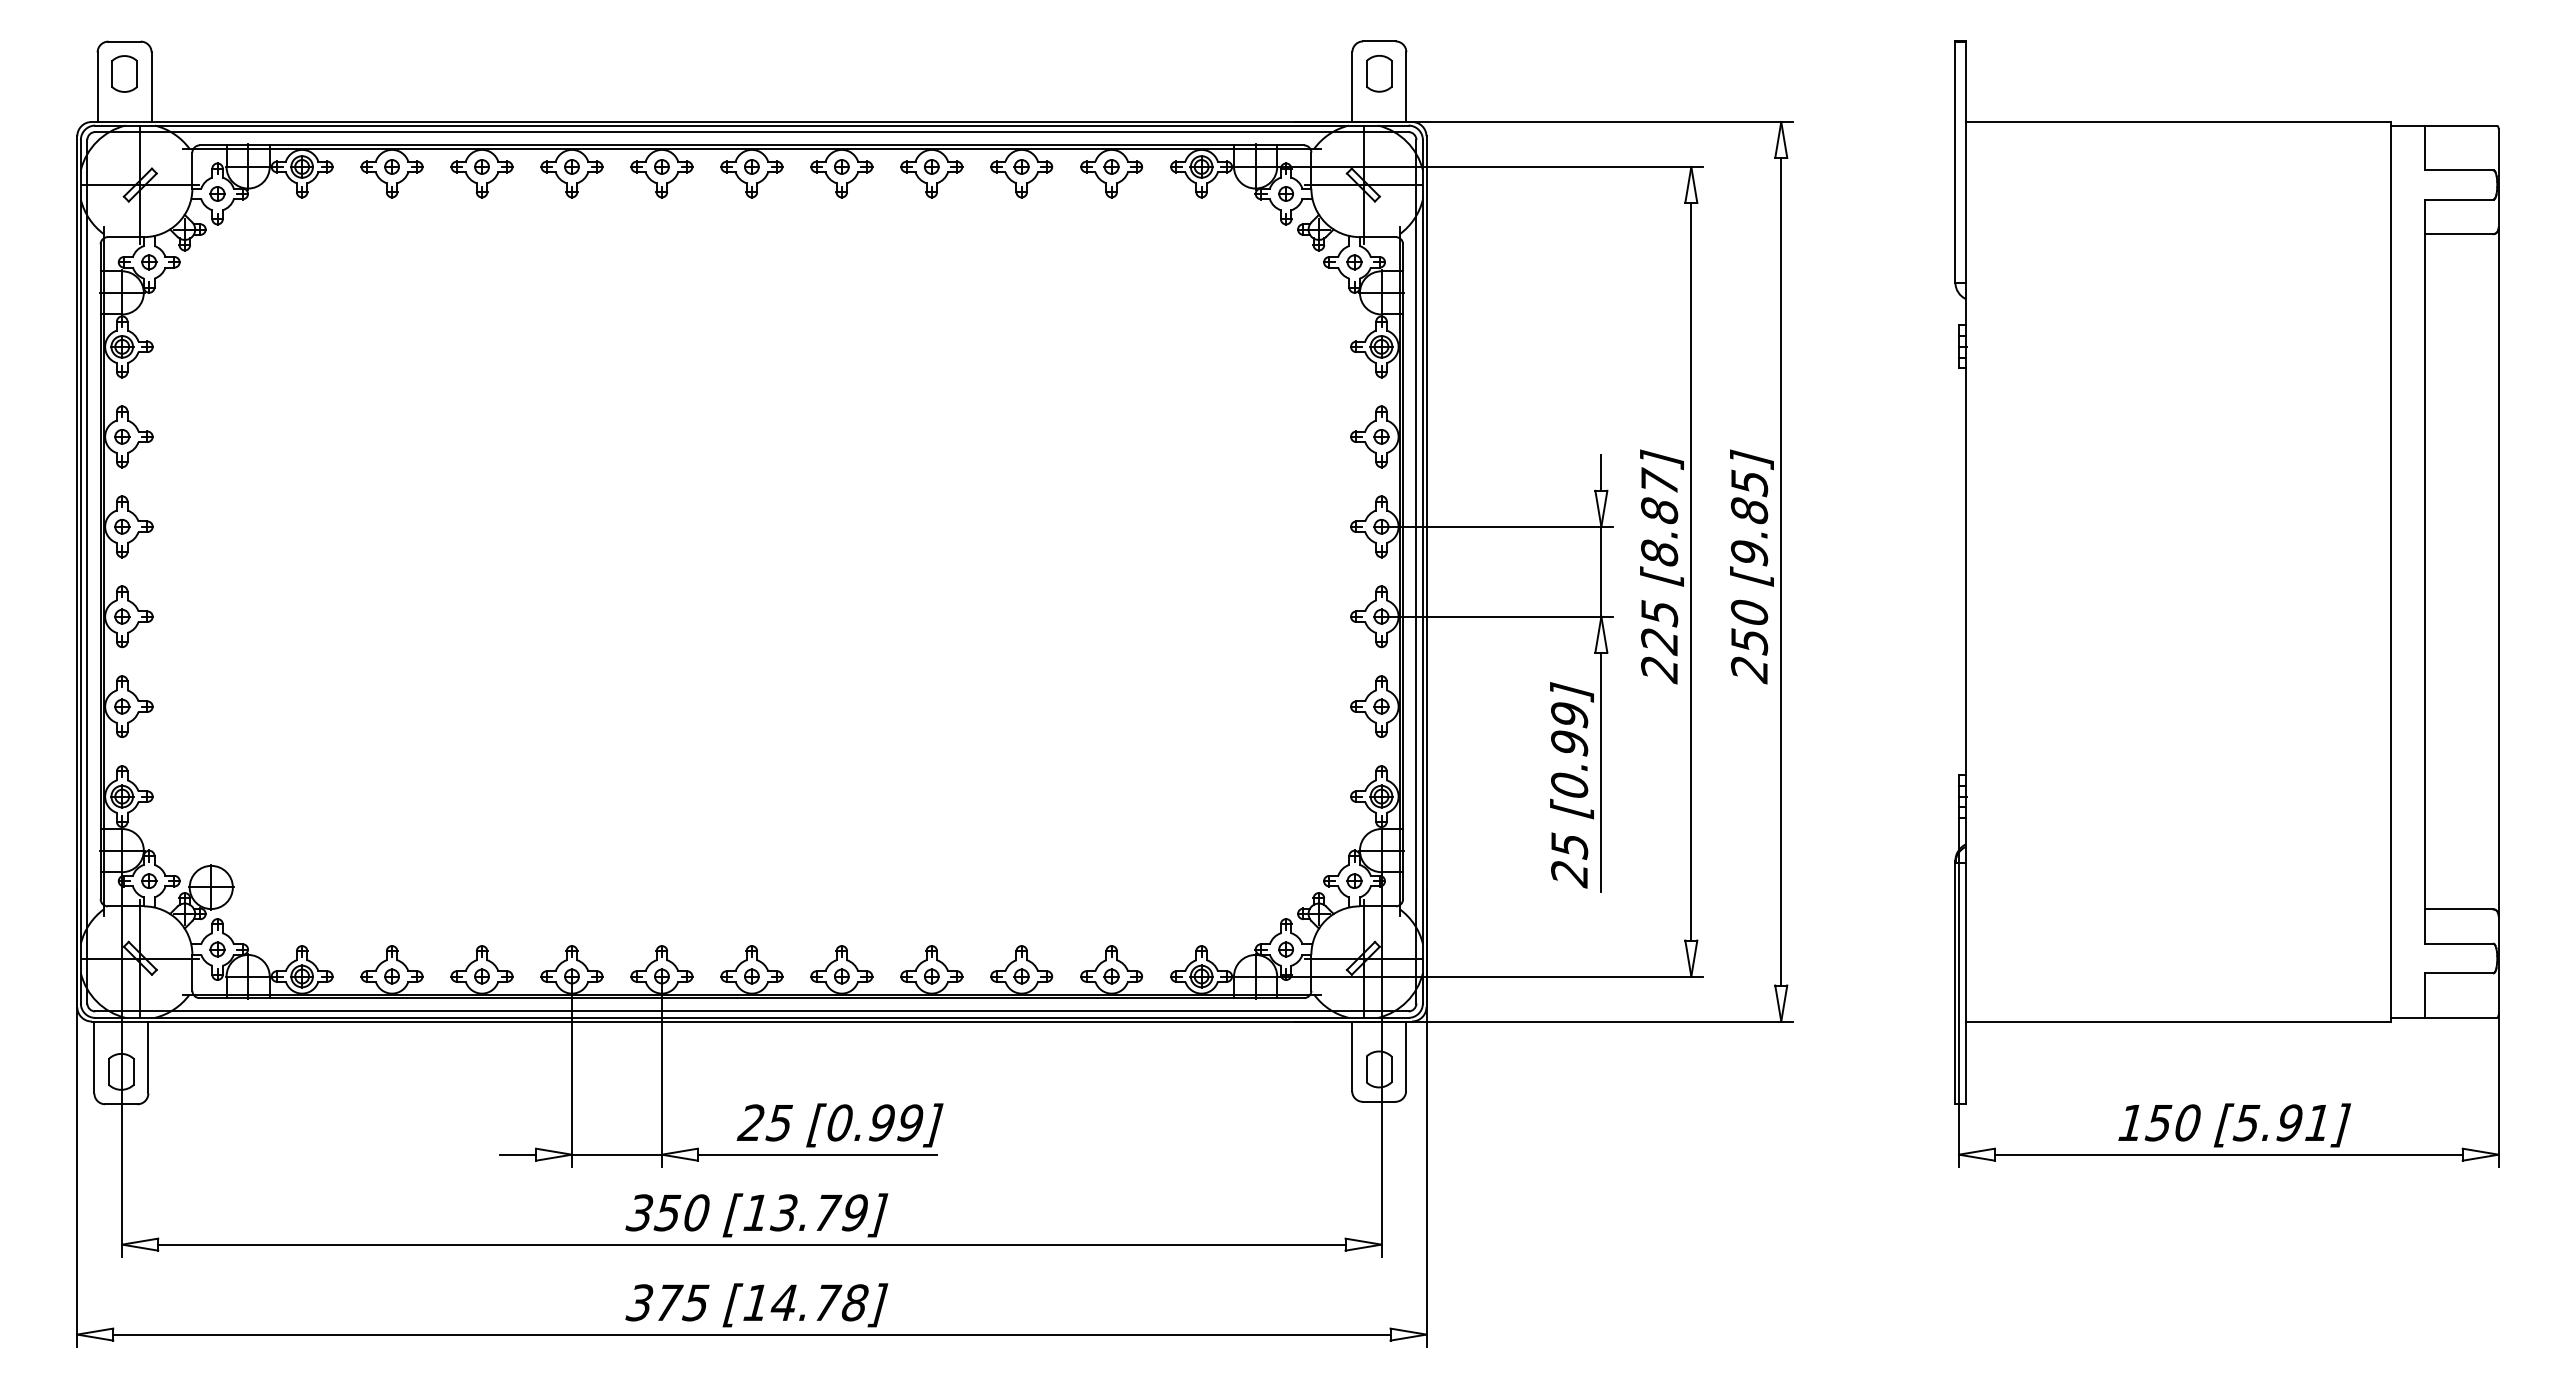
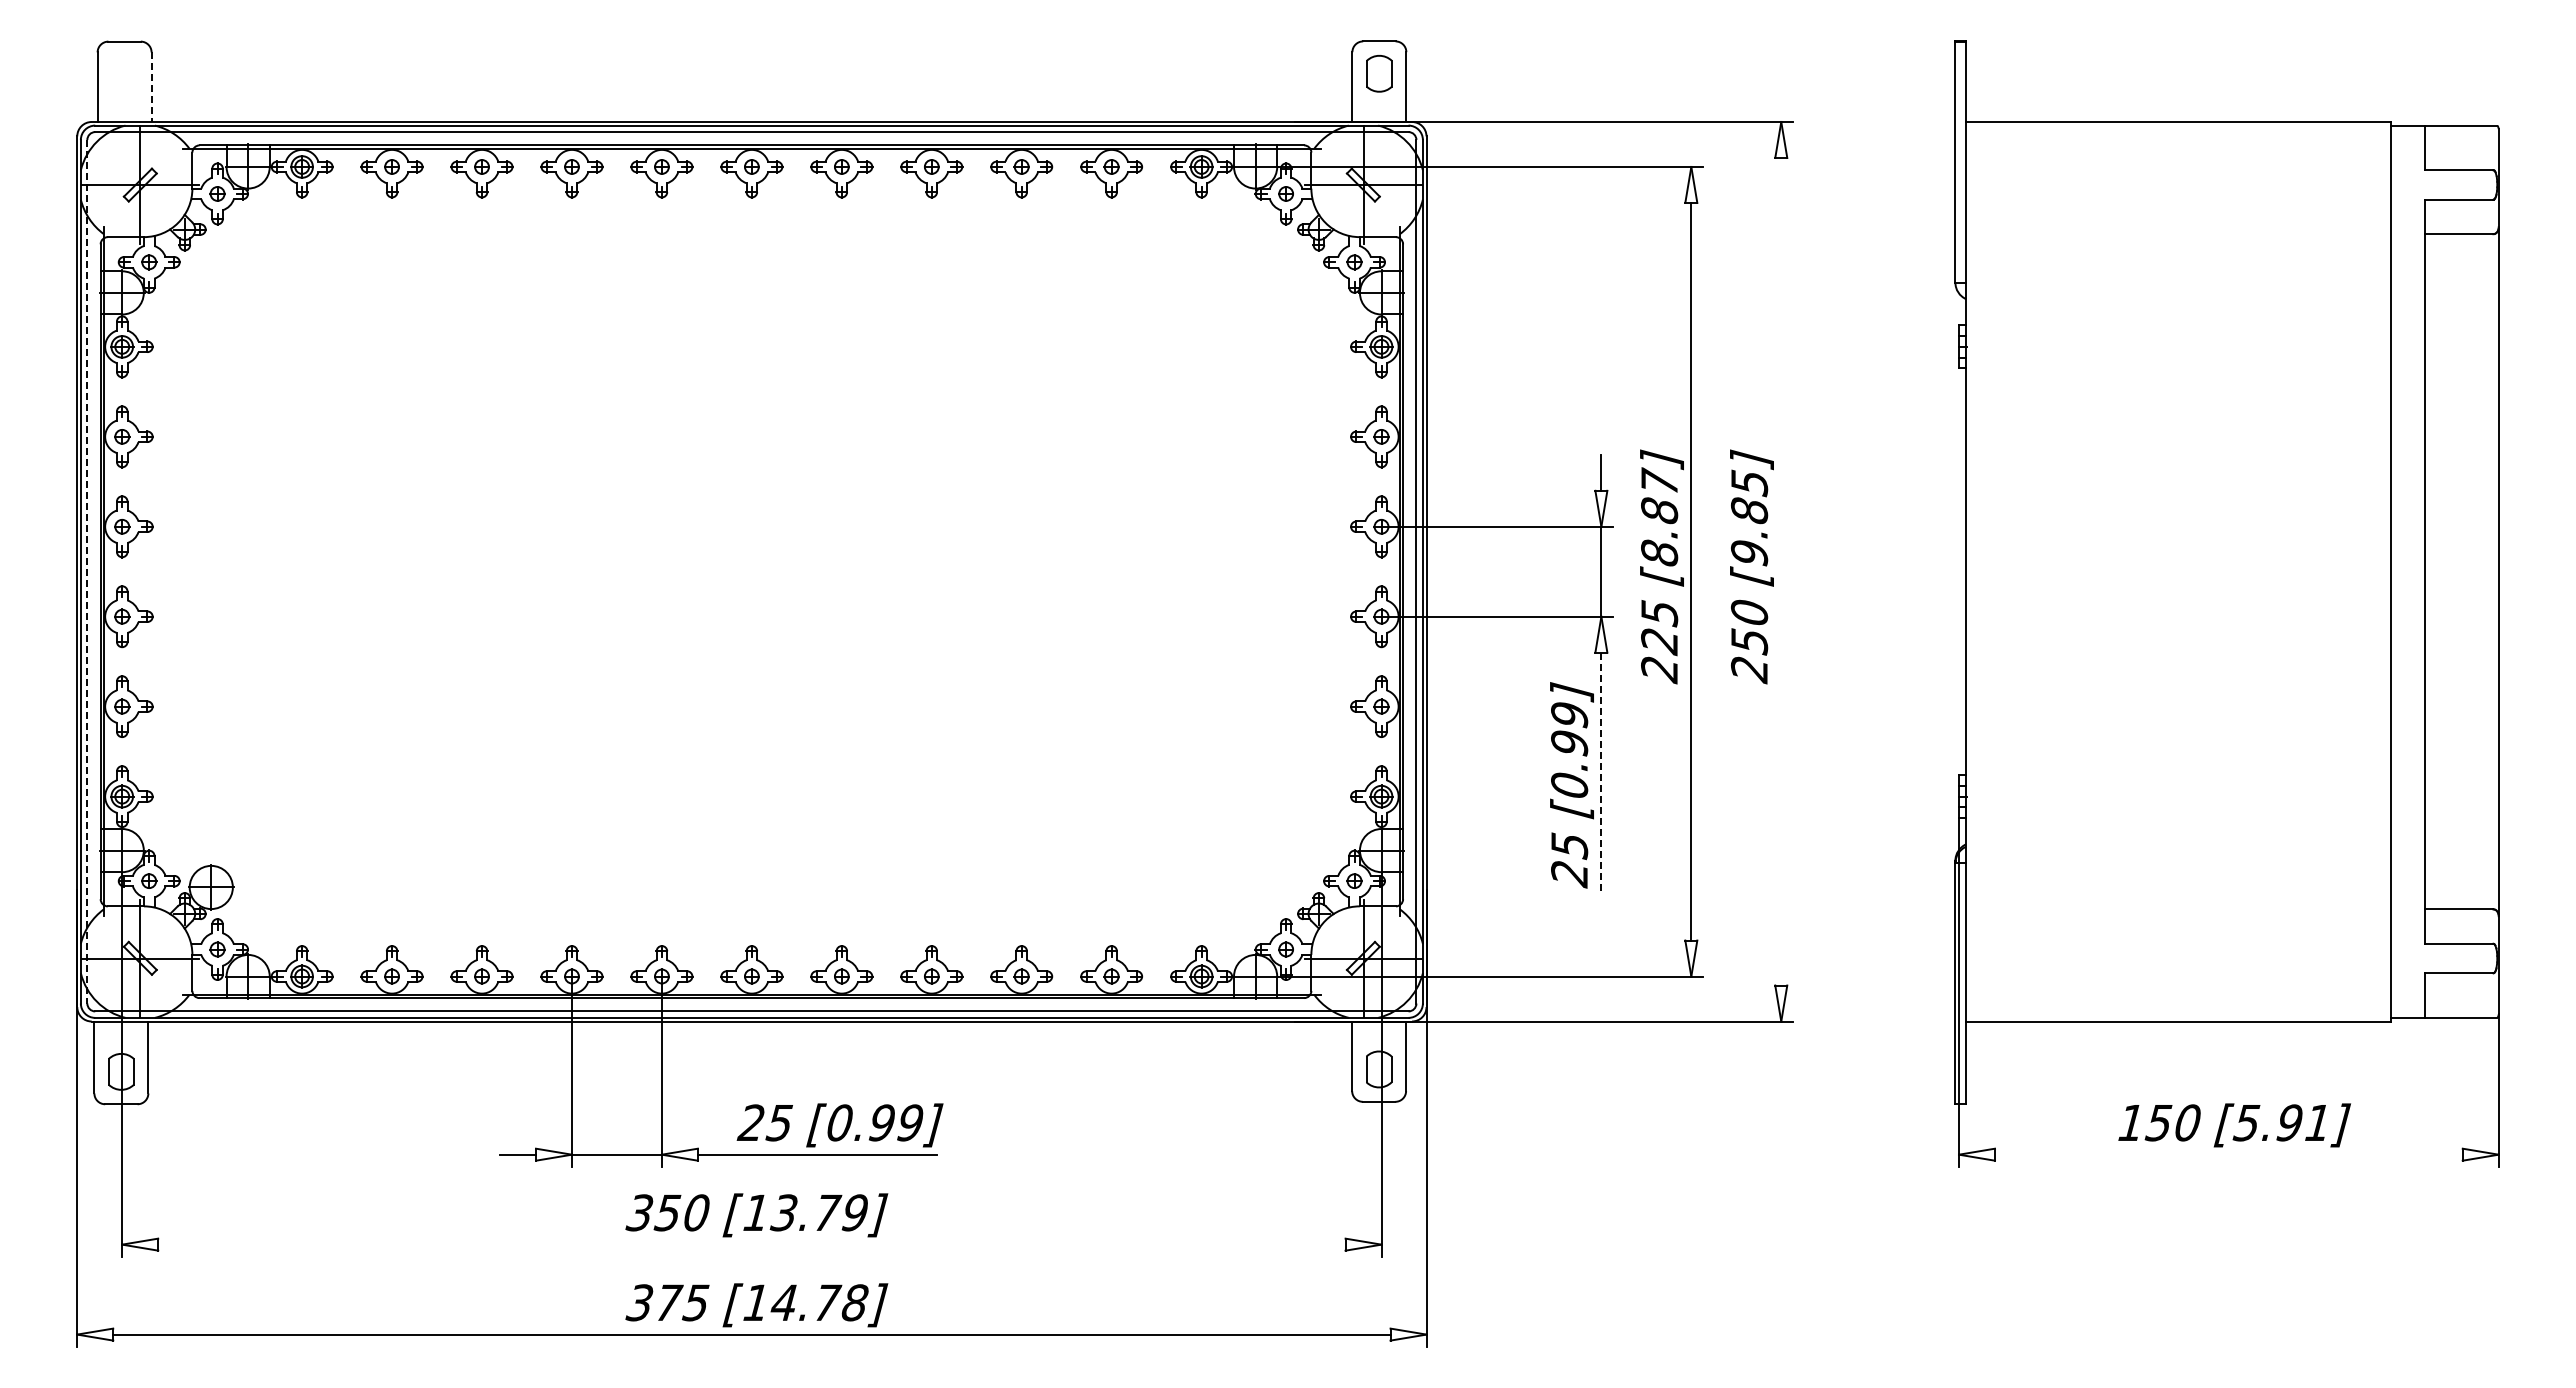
part at (124, 73): present -> none
line at (151, 87): solid -> dashed
line at (87, 571): solid -> dashed
line at (1781, 571): present -> none
line at (1601, 772): solid -> dashed
line at (2228, 1154): present -> none
line at (751, 1244): present -> none
